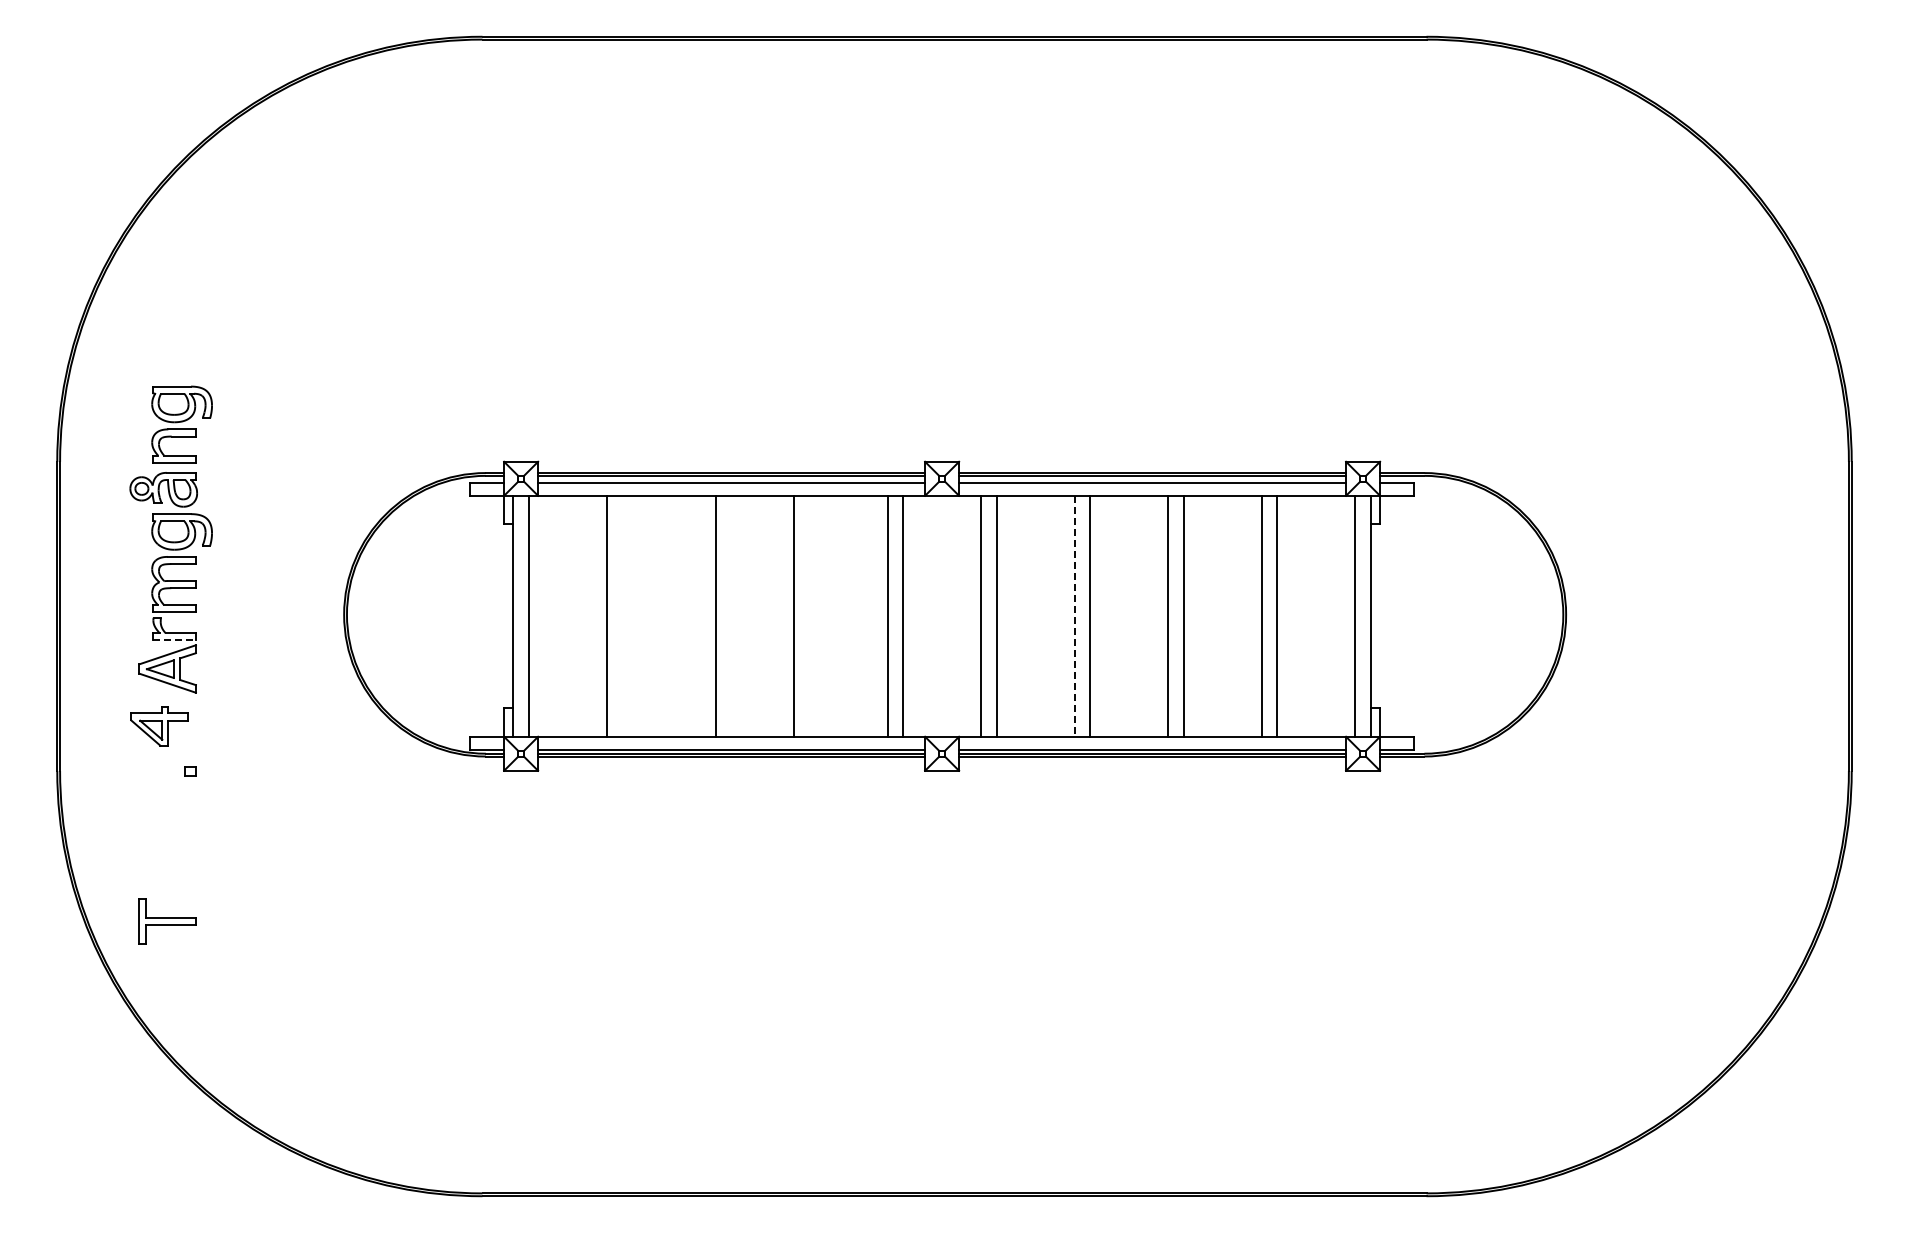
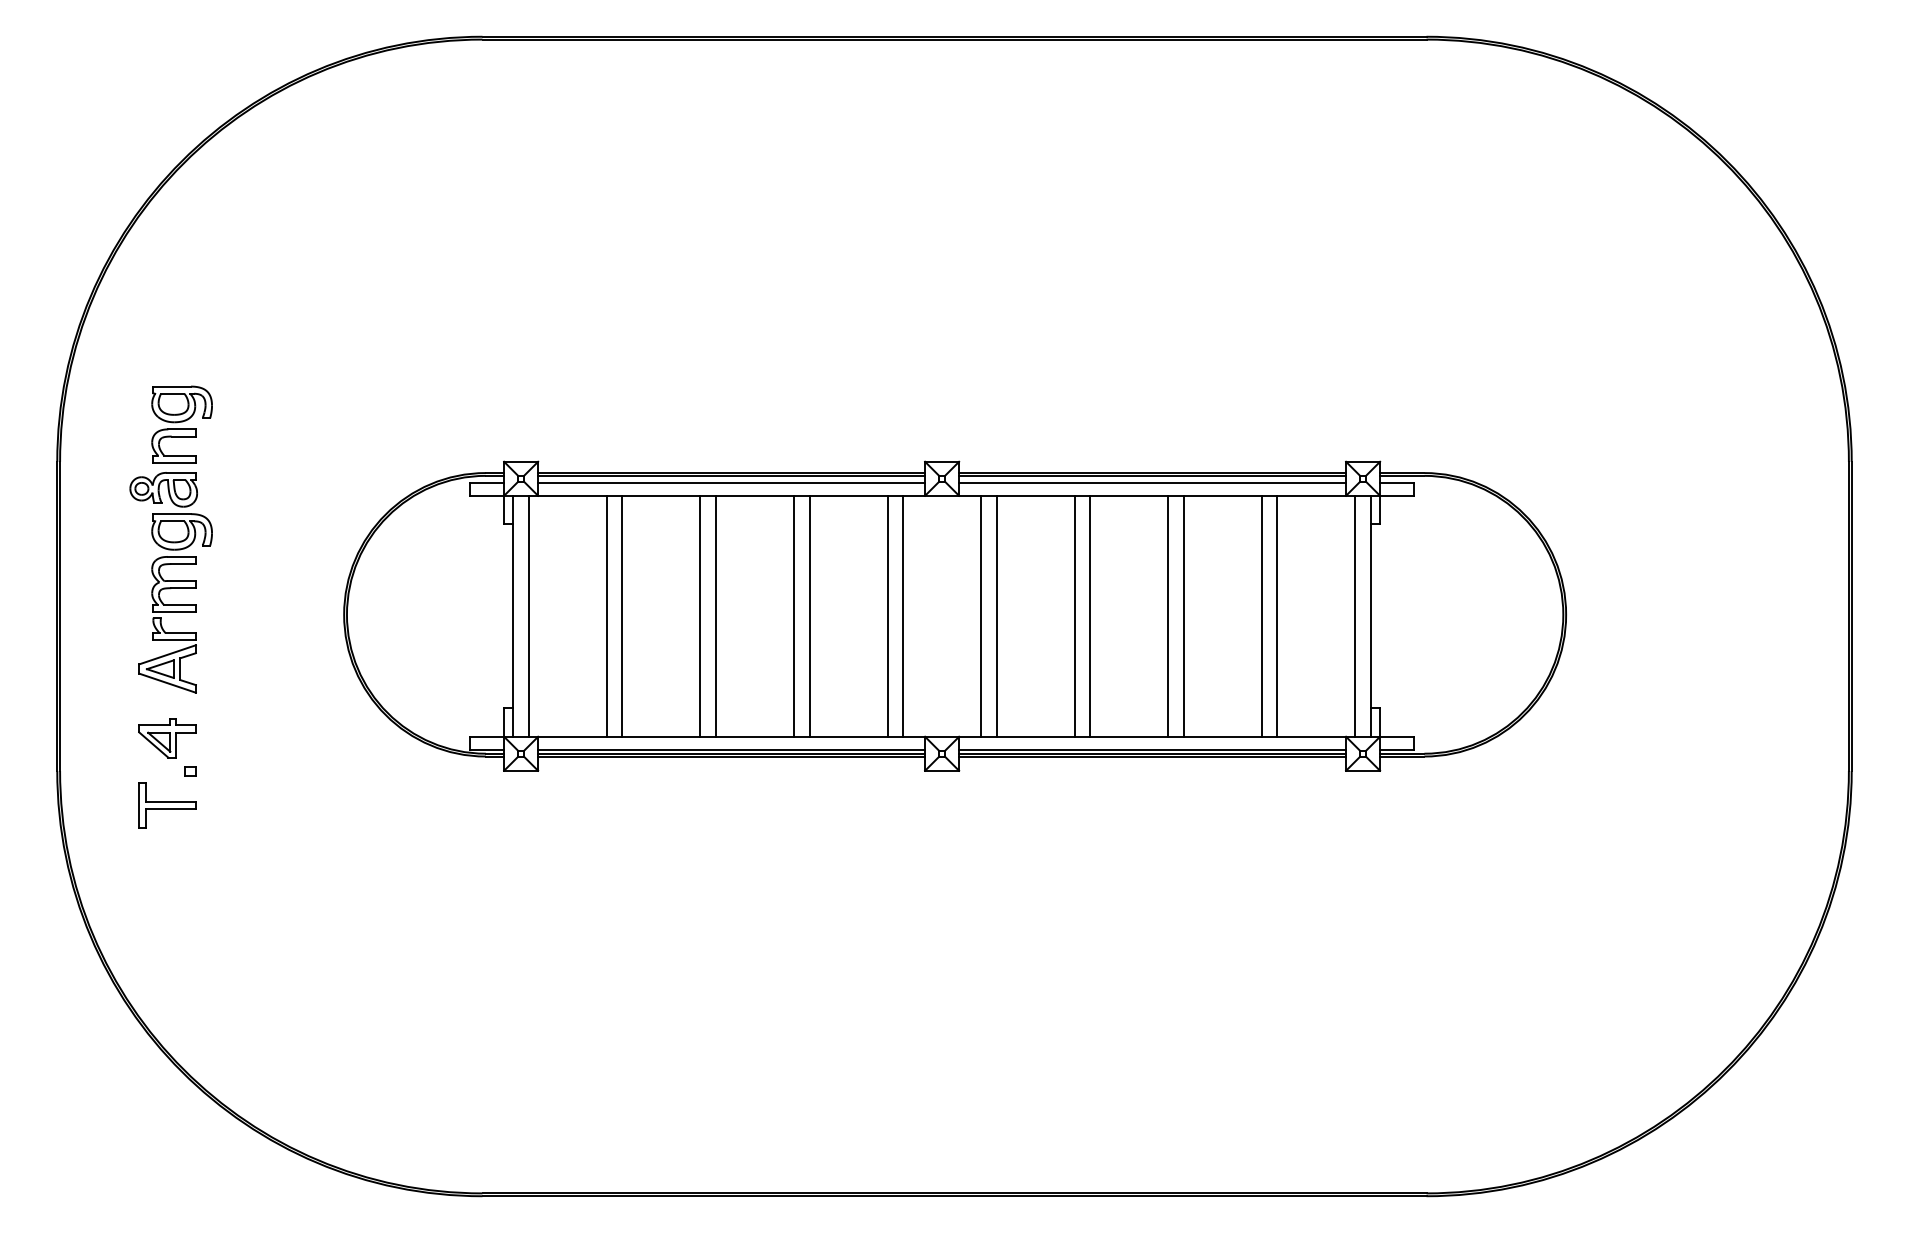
line at (622, 615): none -> present
line at (700, 615): none -> present
line at (809, 615): none -> present
line at (1074, 616): dashed -> solid
line at (175, 640): dashed -> solid
part at (159, 726) position: (159, 726) -> (167, 738)
part at (167, 921) position: (167, 921) -> (167, 805)
